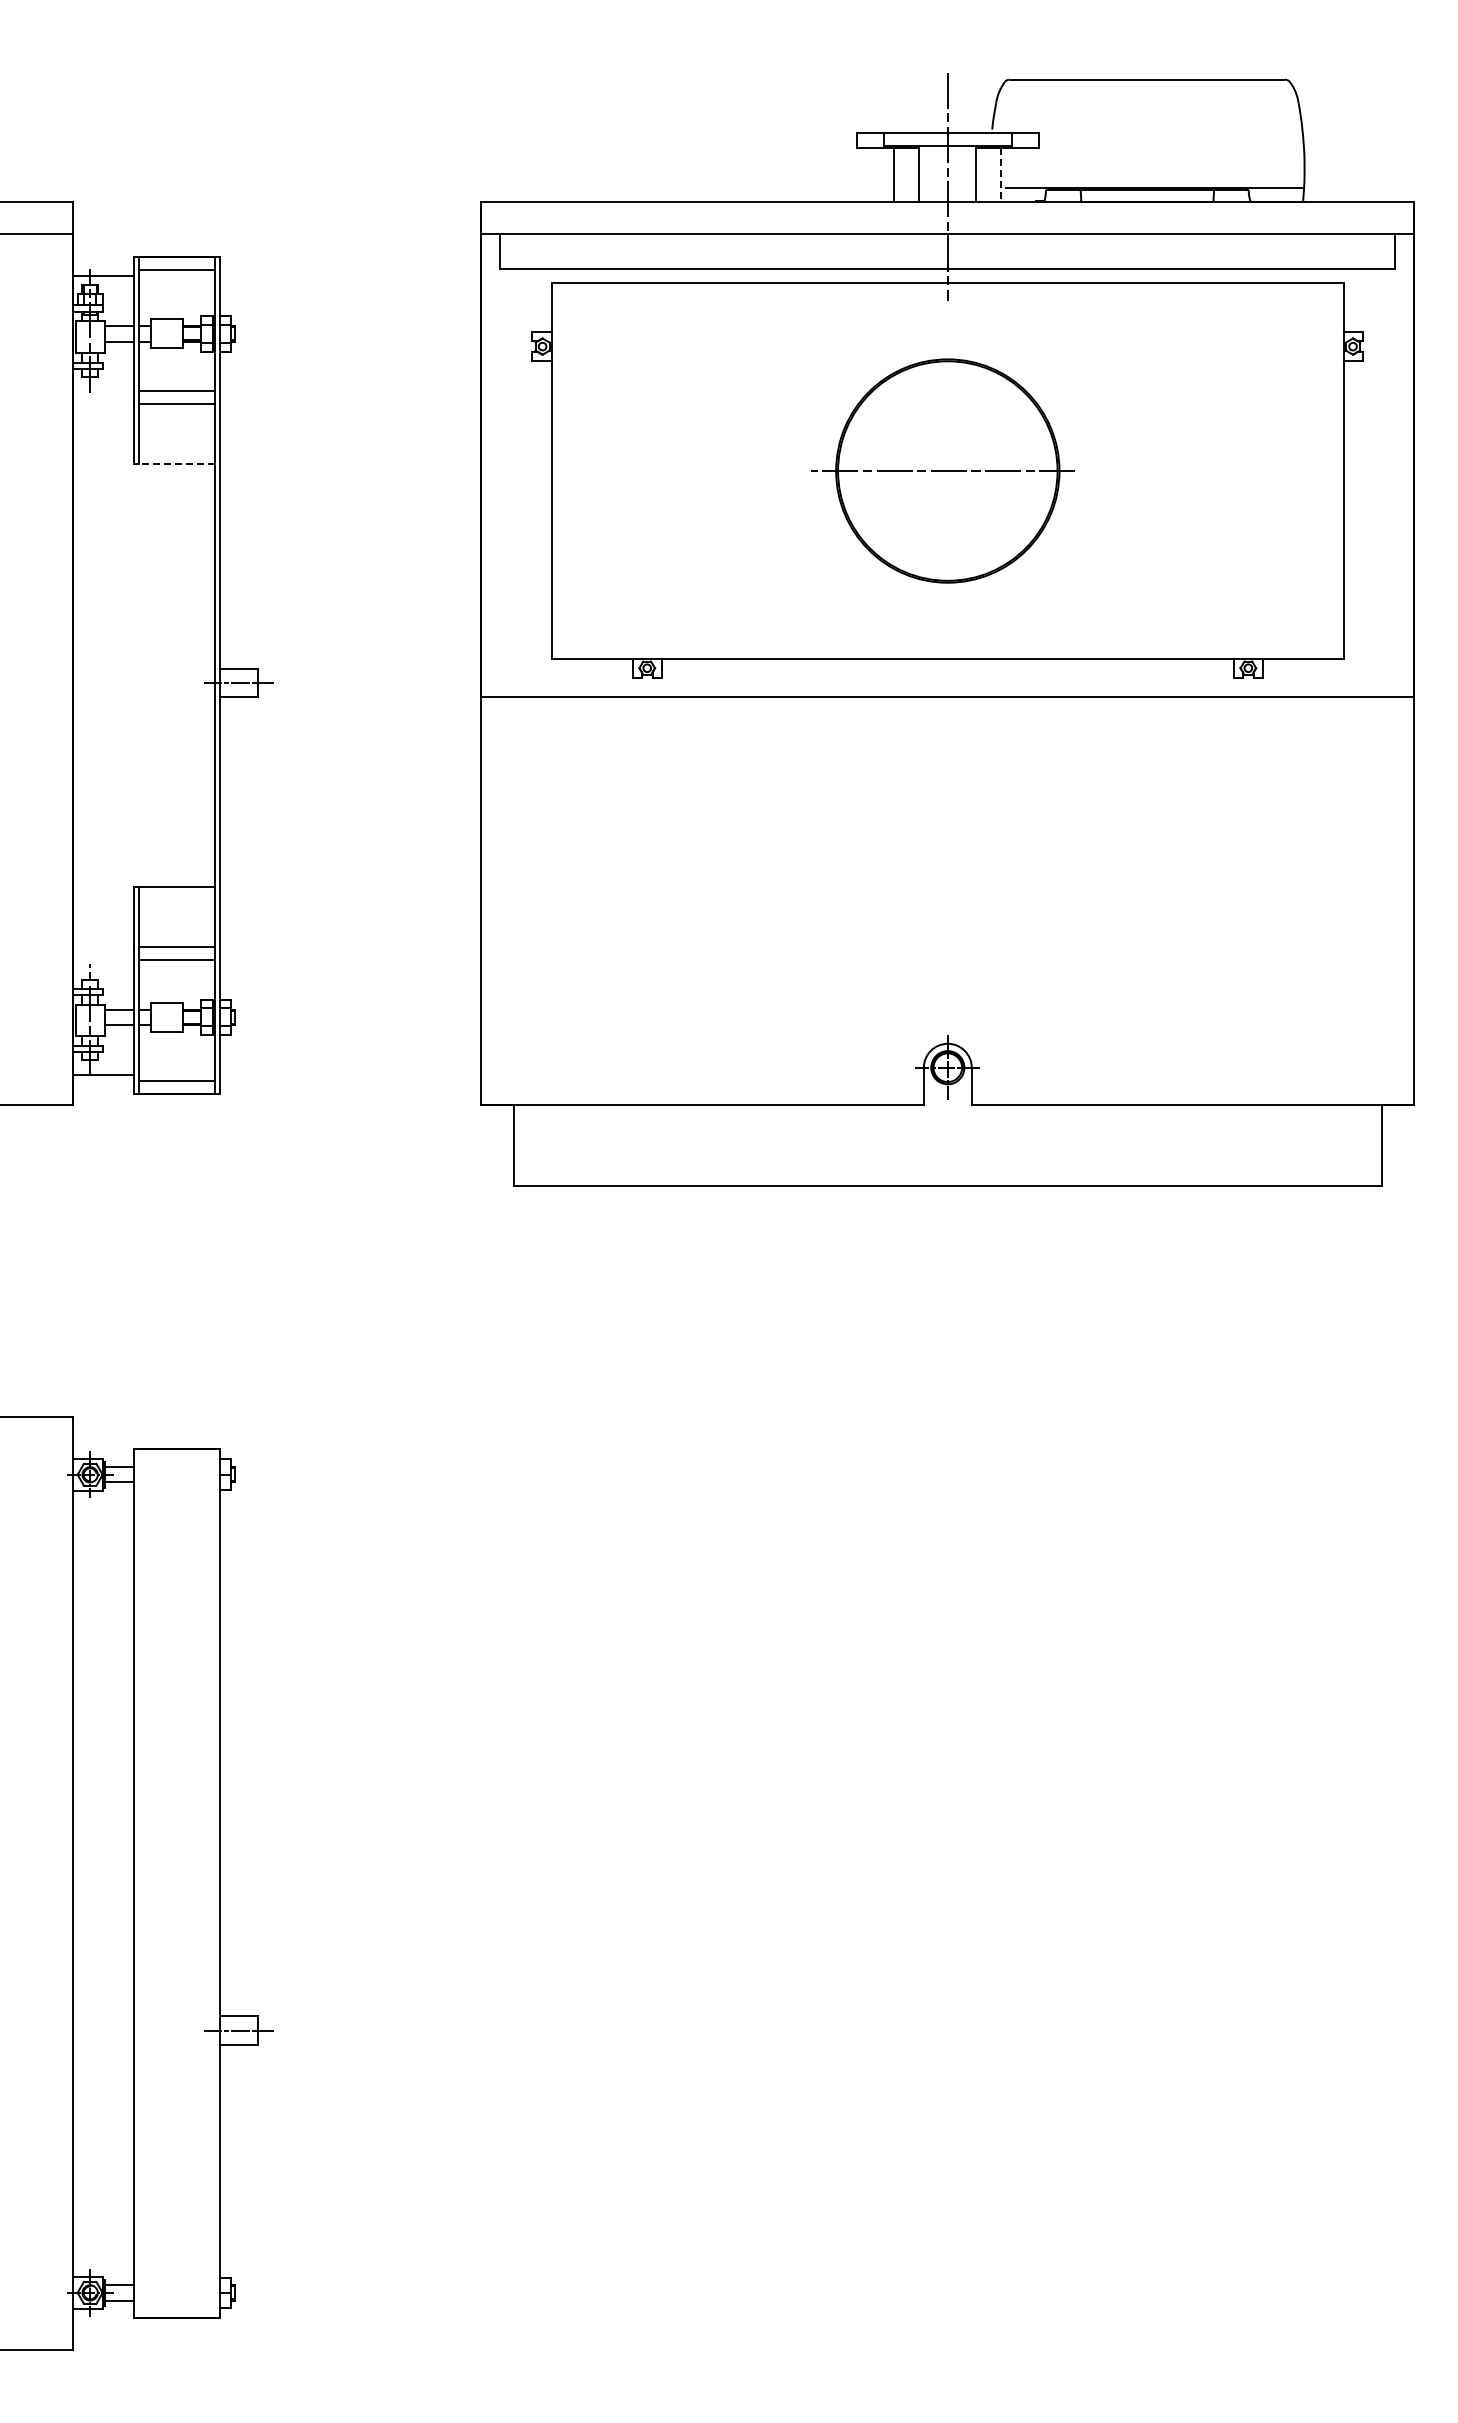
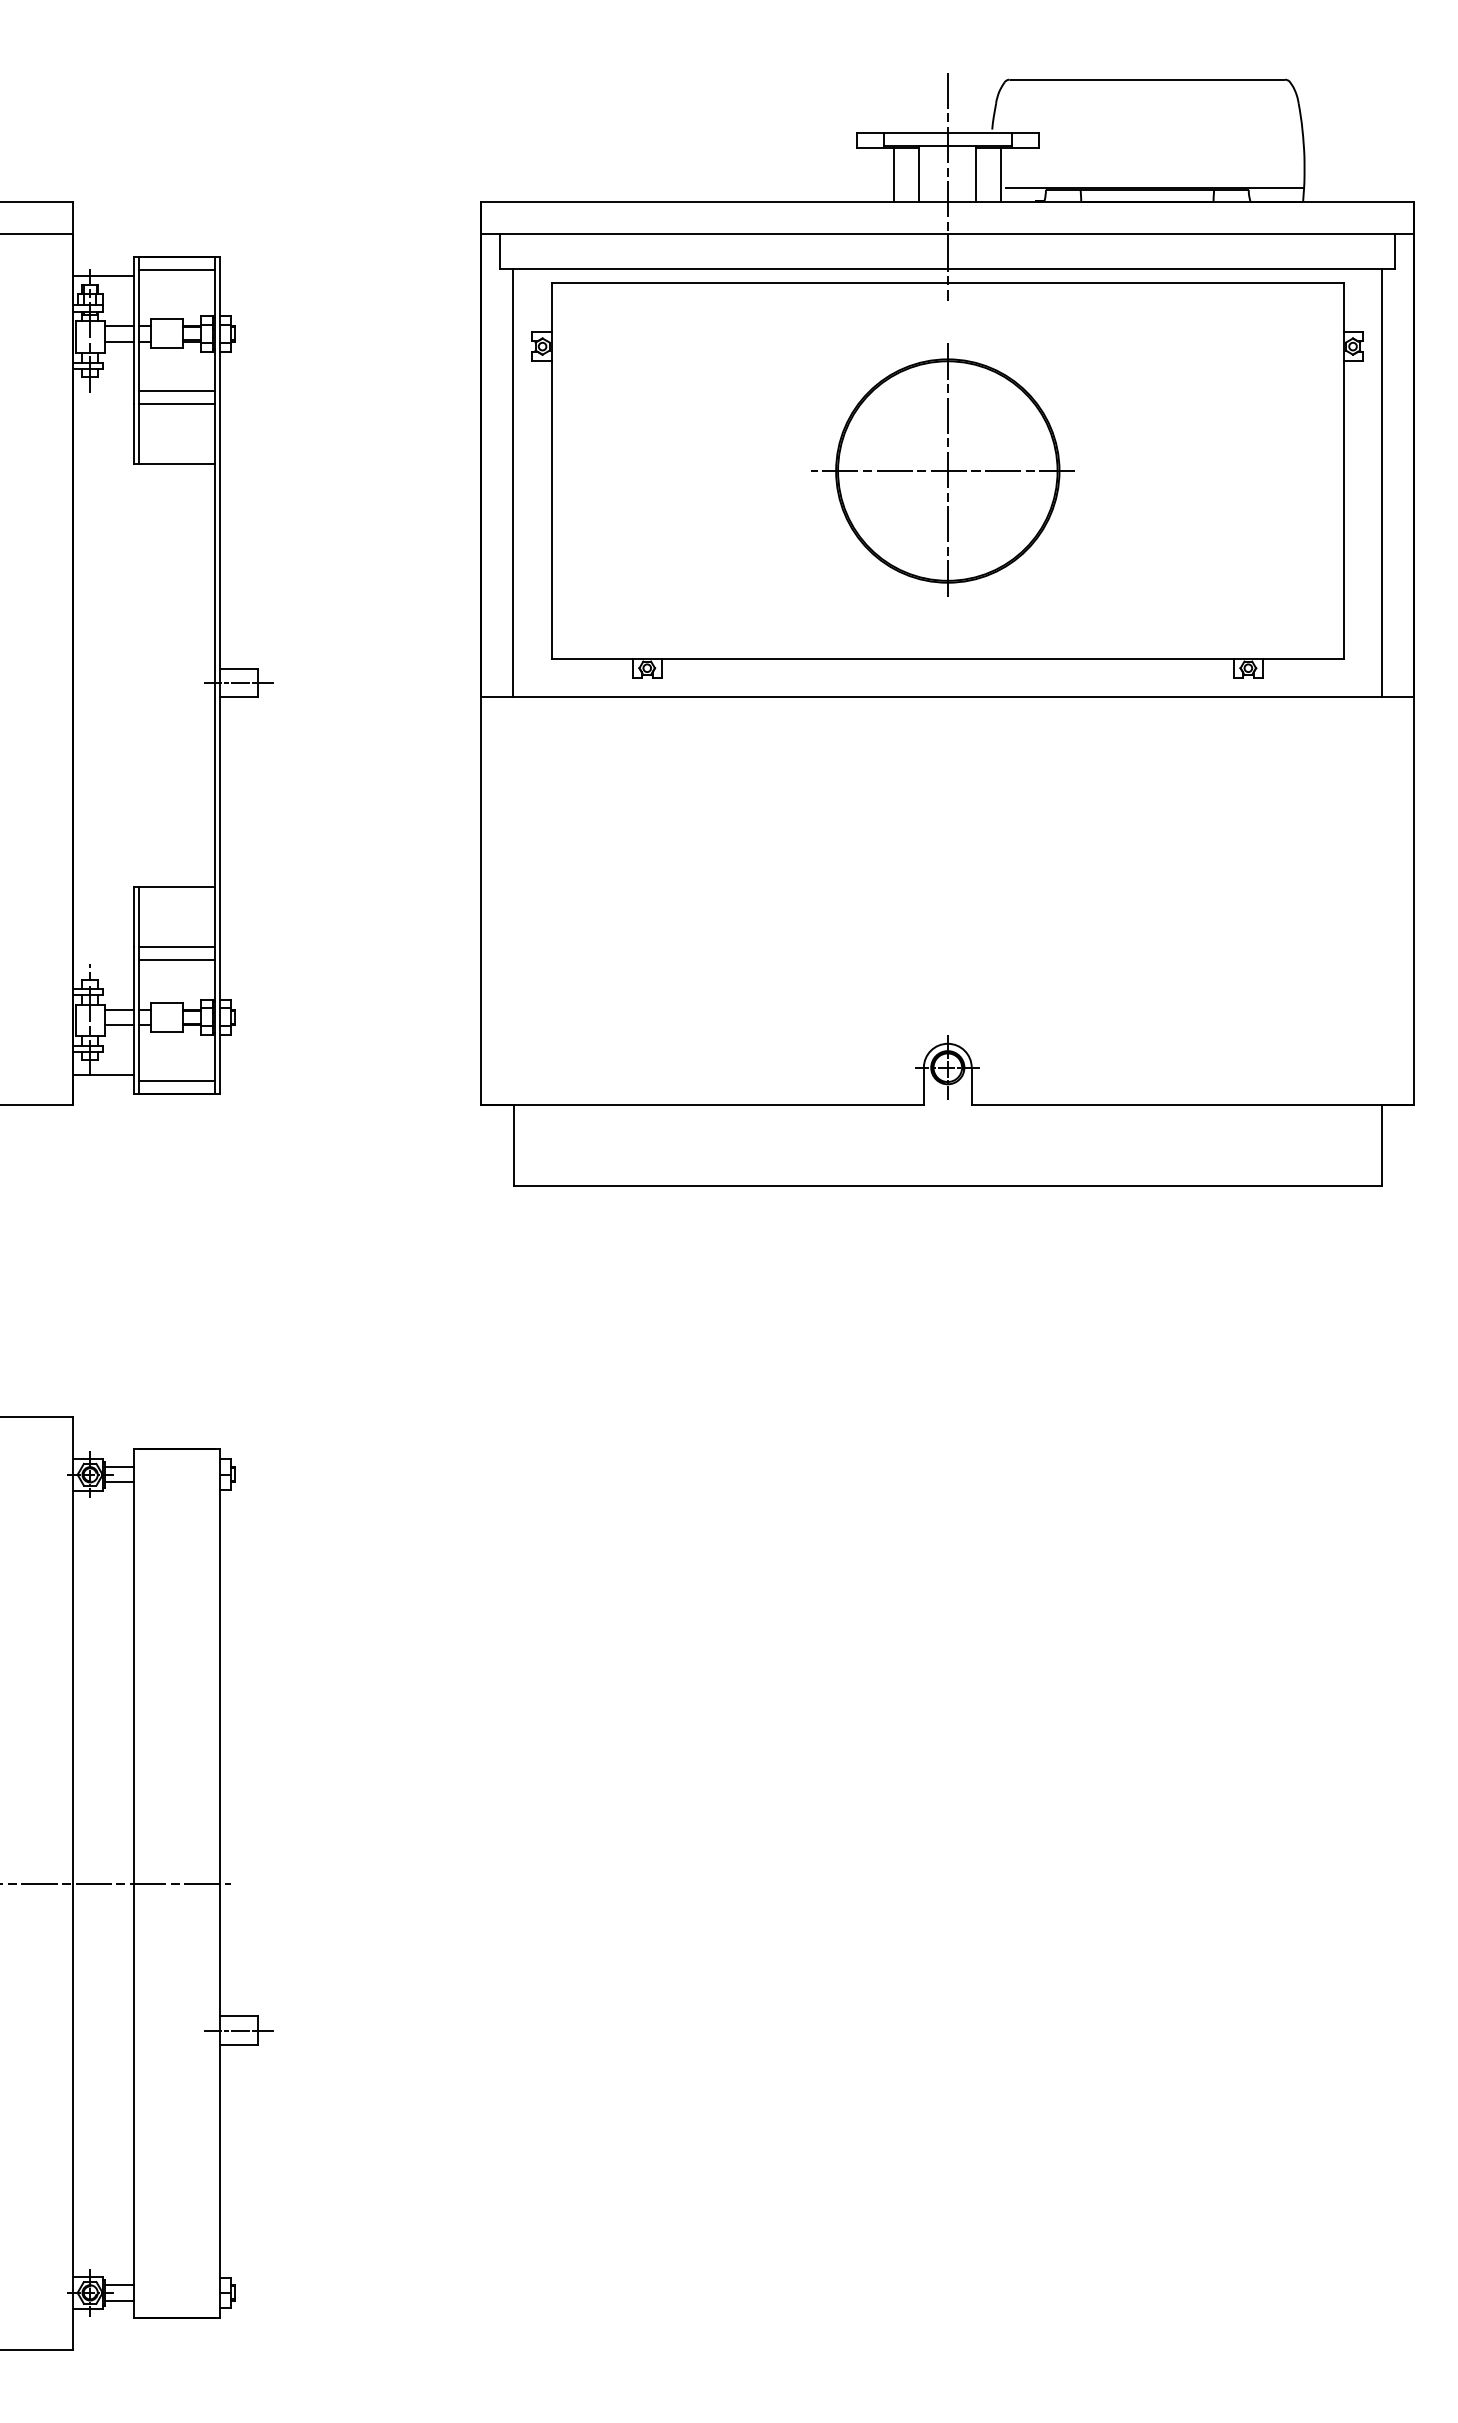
line at (1001, 174): dashed -> solid
line at (174, 464): dashed -> solid
line at (947, 470): none -> present
line at (513, 482): none -> present
line at (1382, 482): none -> present
line at (116, 1883): none -> present
